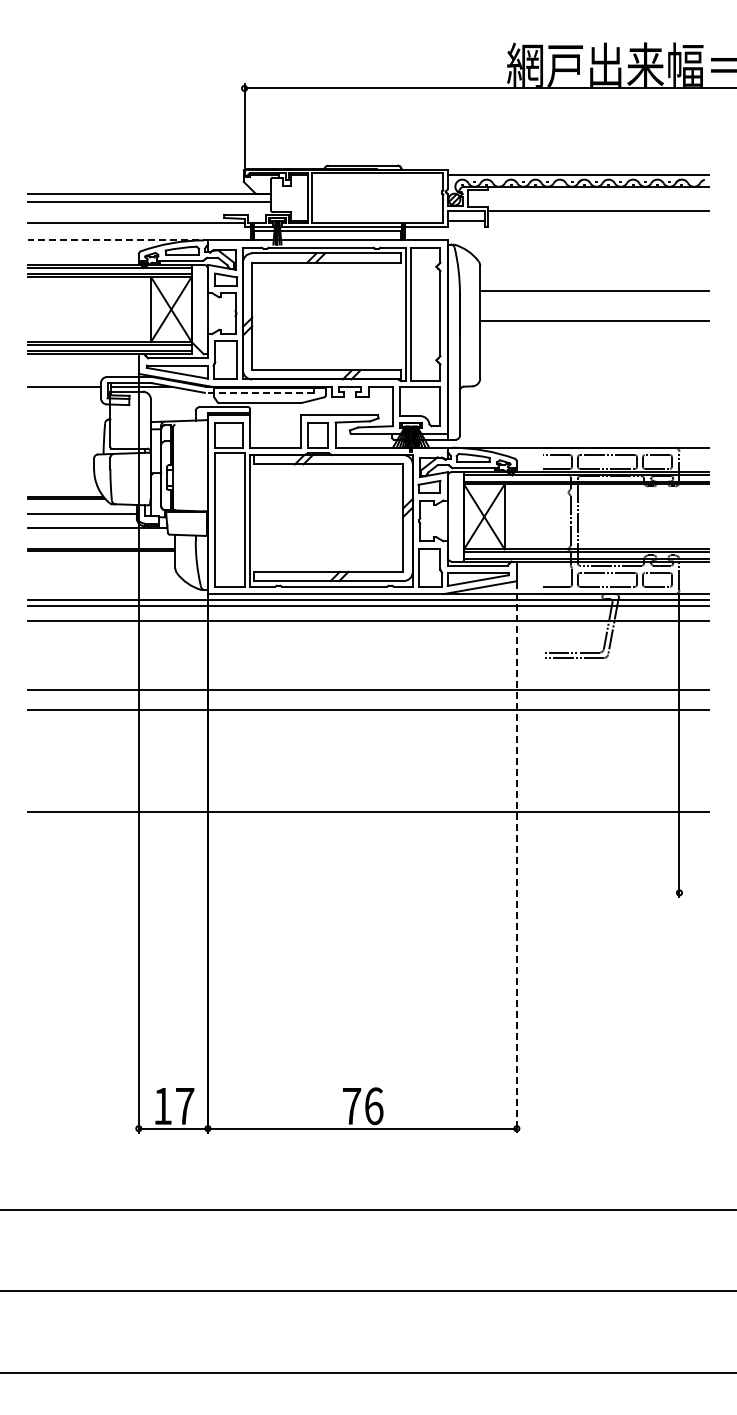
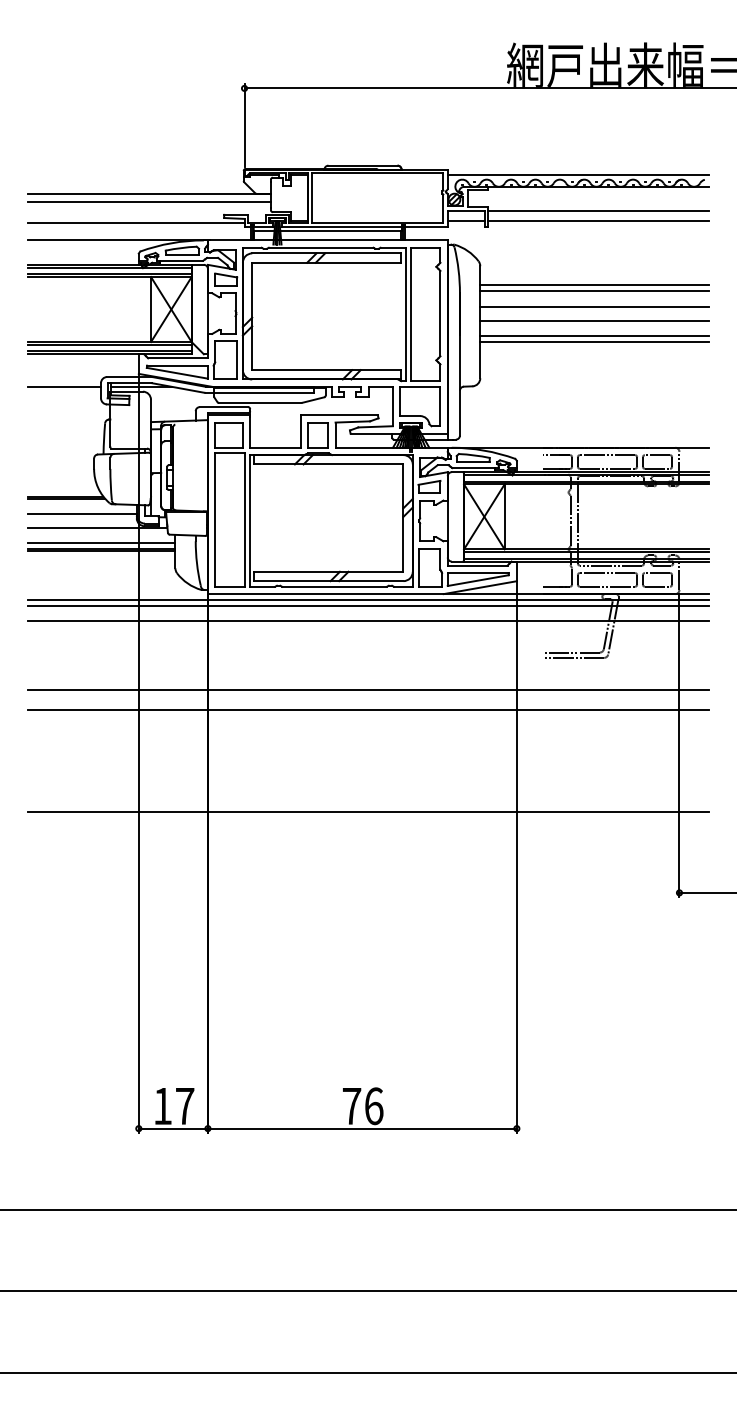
line at (598, 221): none -> present
line at (119, 240): dashed -> solid
line at (594, 285): none -> present
line at (594, 306): none -> present
line at (594, 335): none -> present
line at (594, 342): none -> present
line at (259, 392): dashed -> solid
line at (101, 543): none -> present
line at (516, 857): dashed -> solid
line at (706, 892): none -> present
